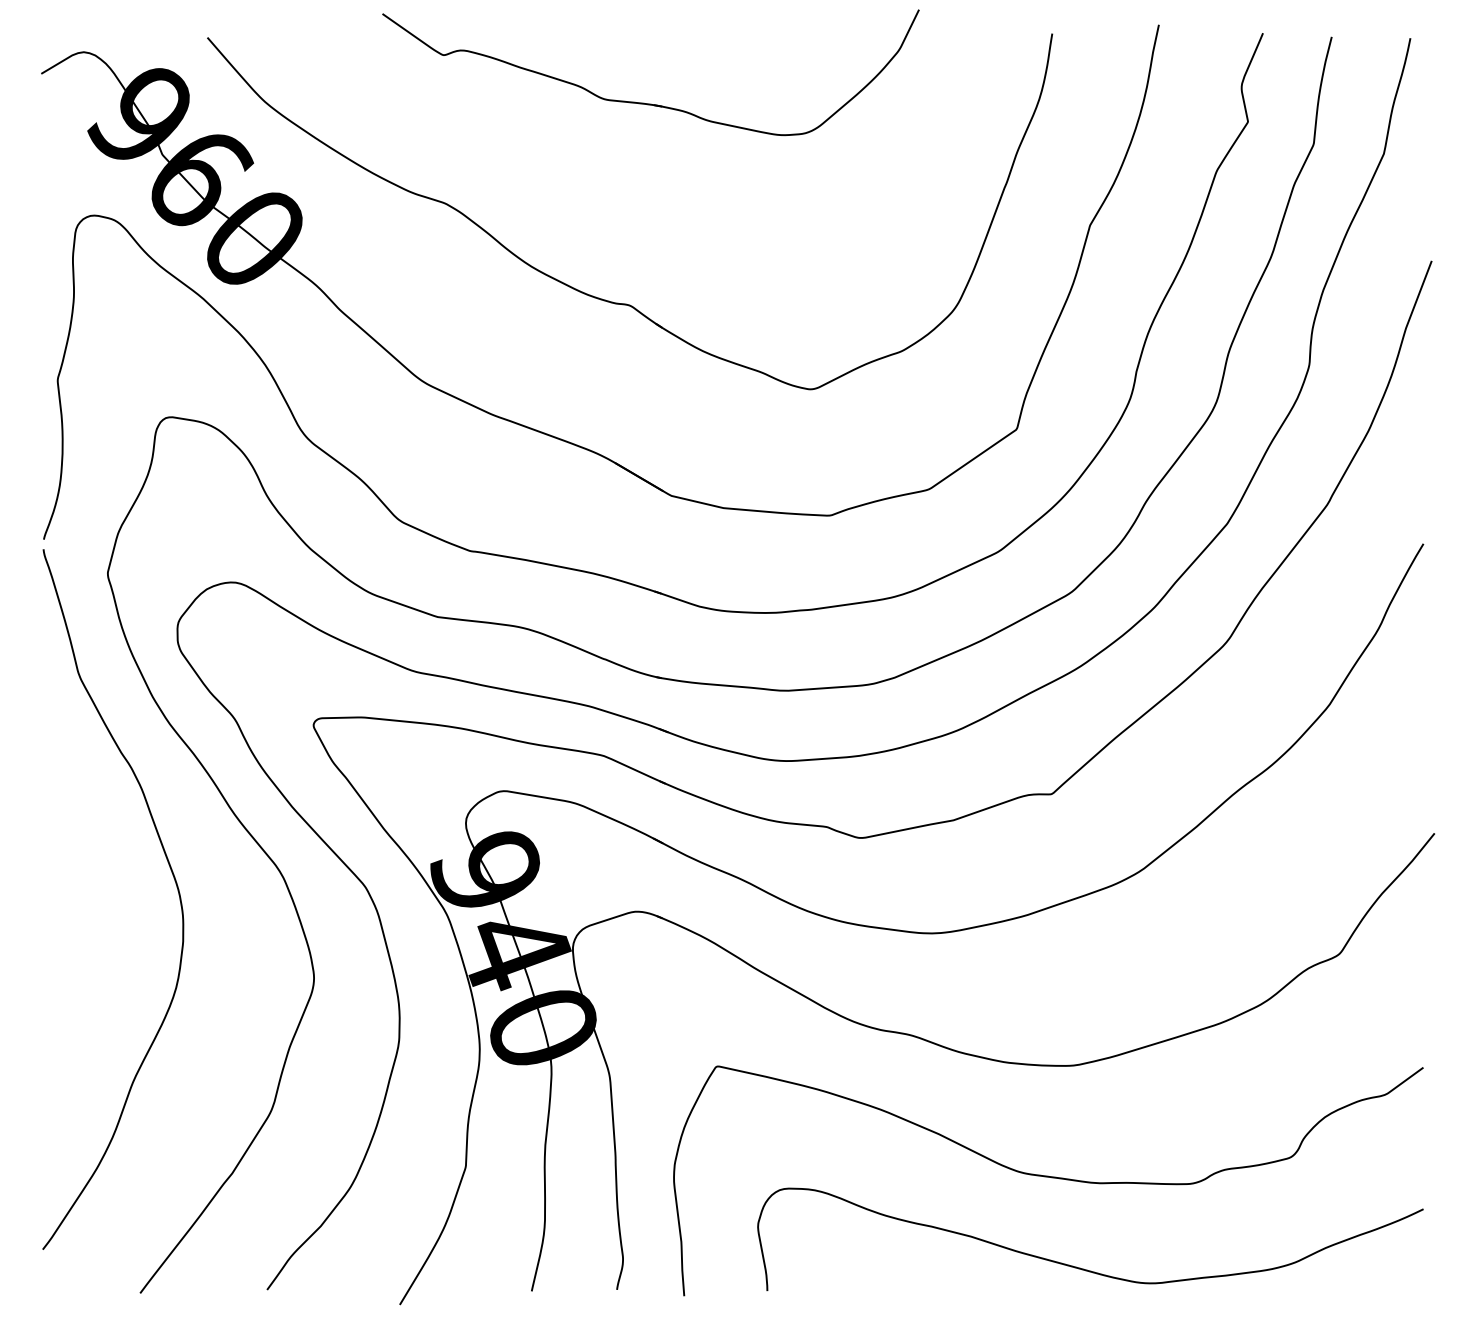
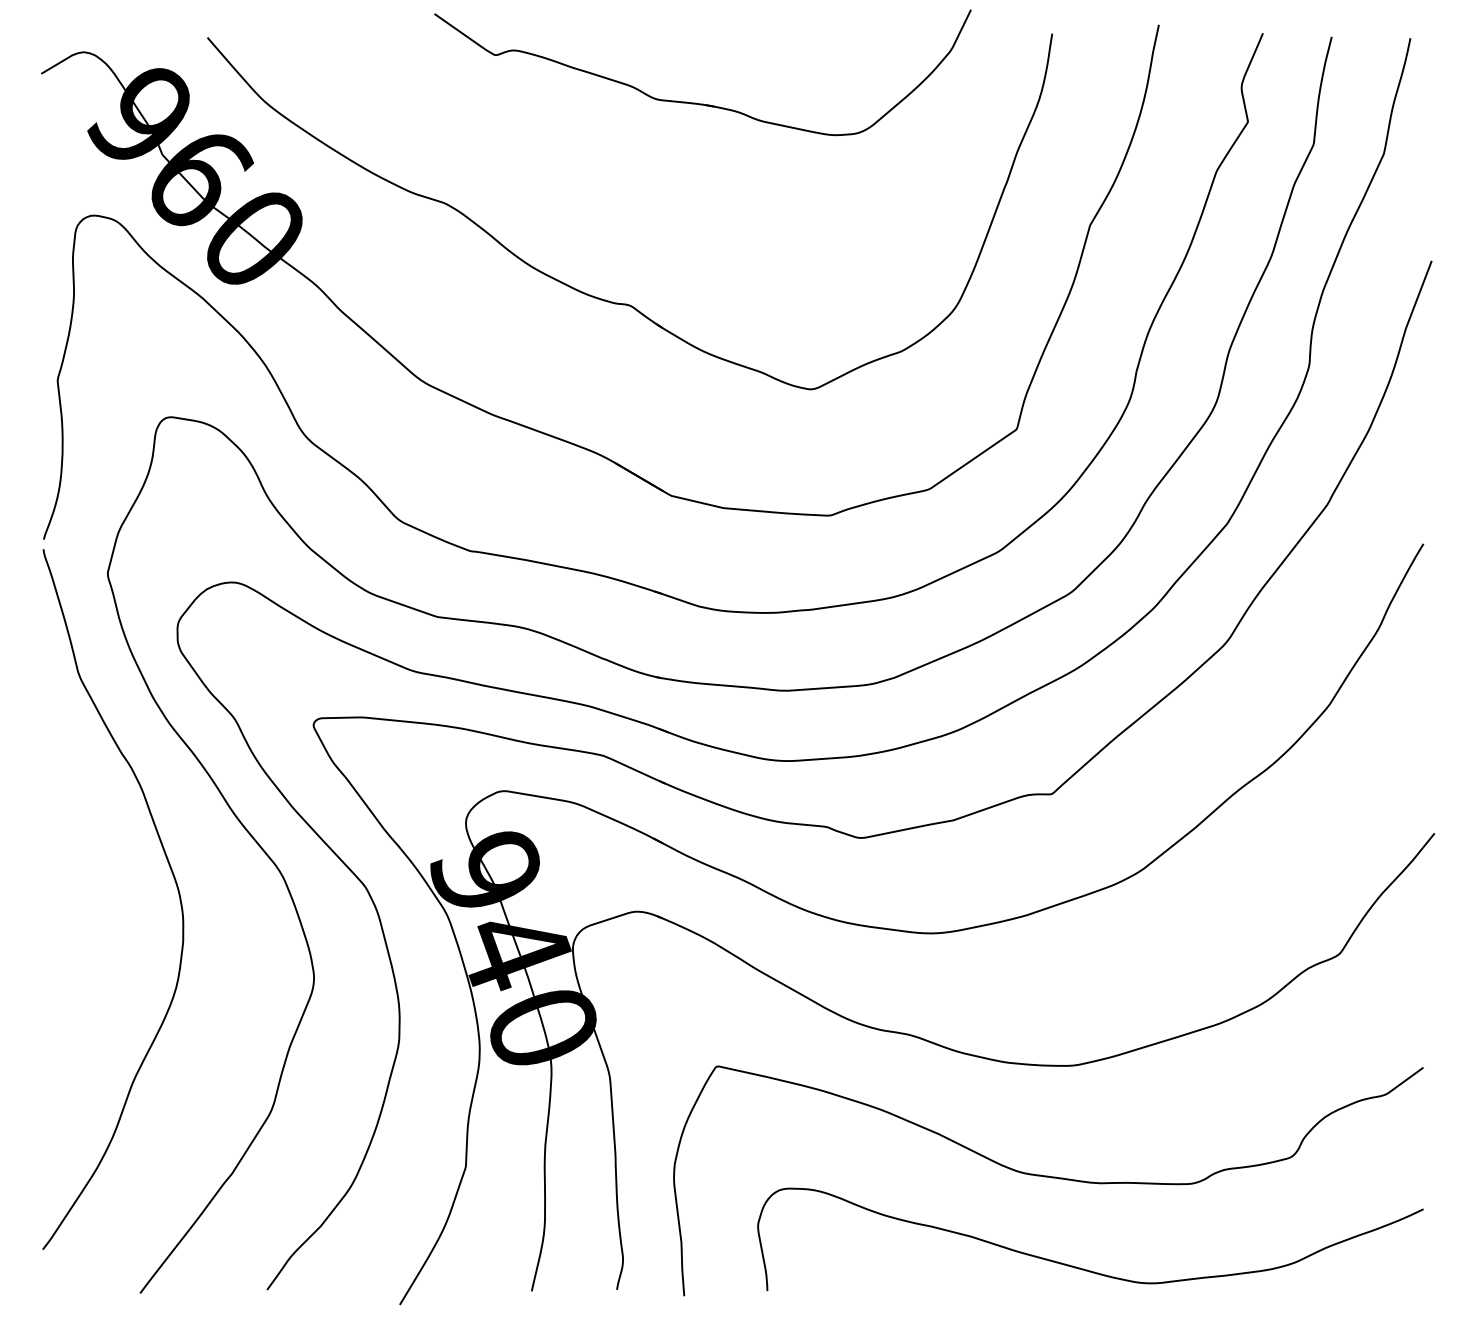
part at (644, 102) position: (644, 102) -> (696, 102)
